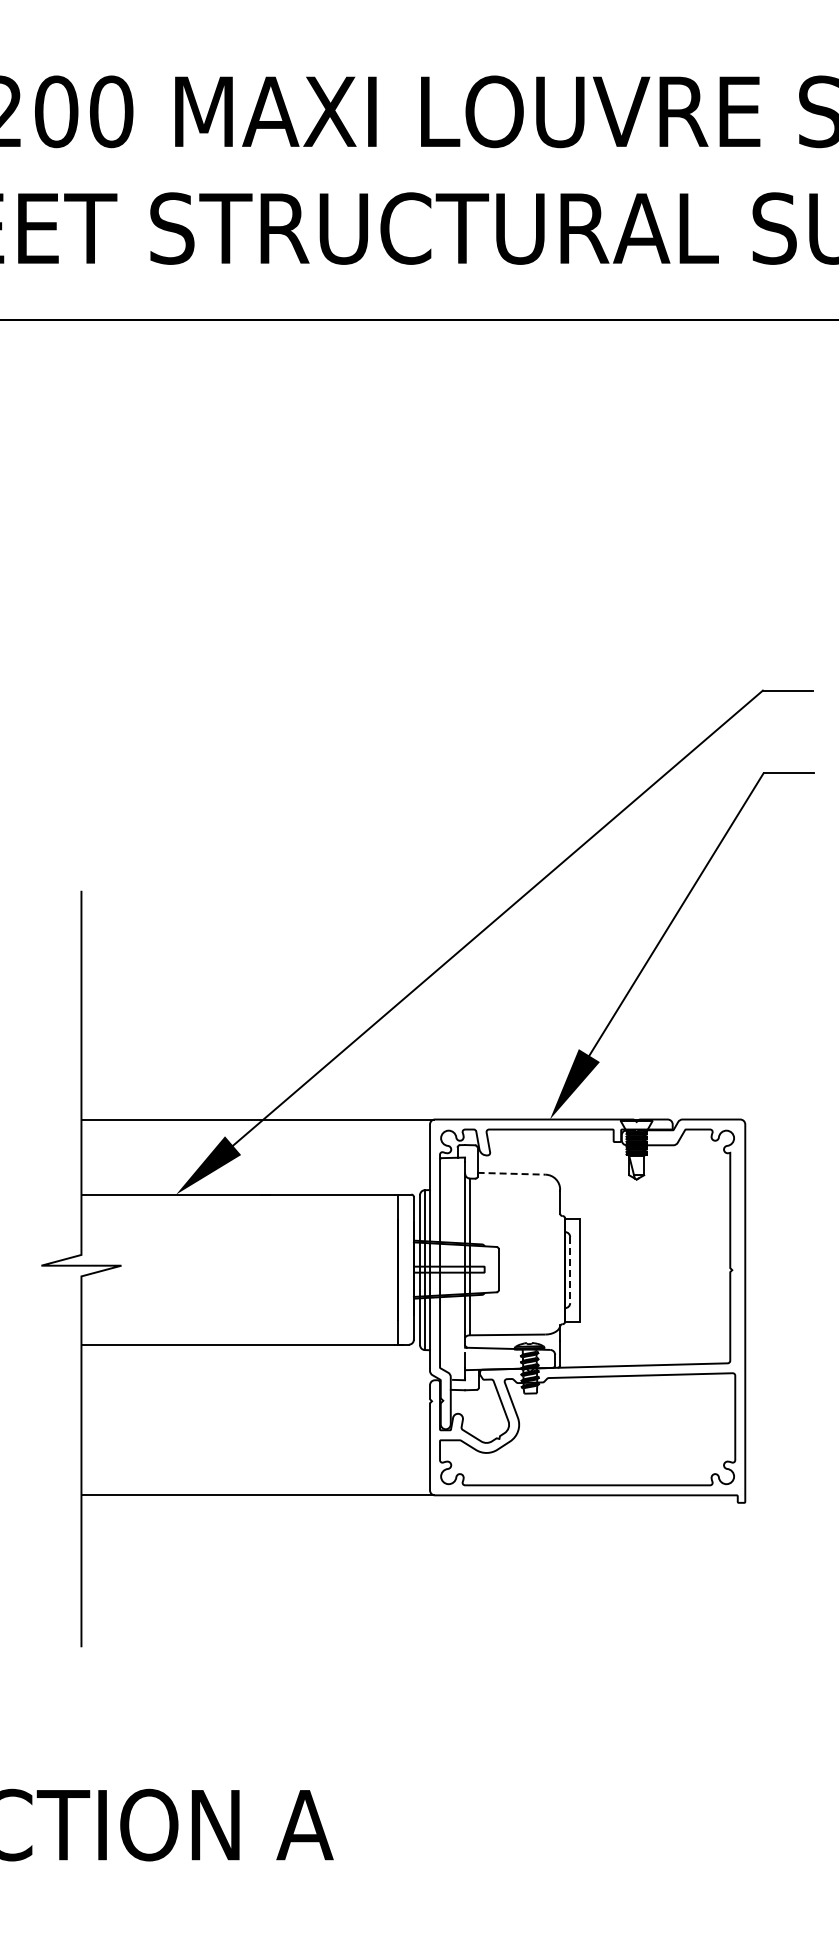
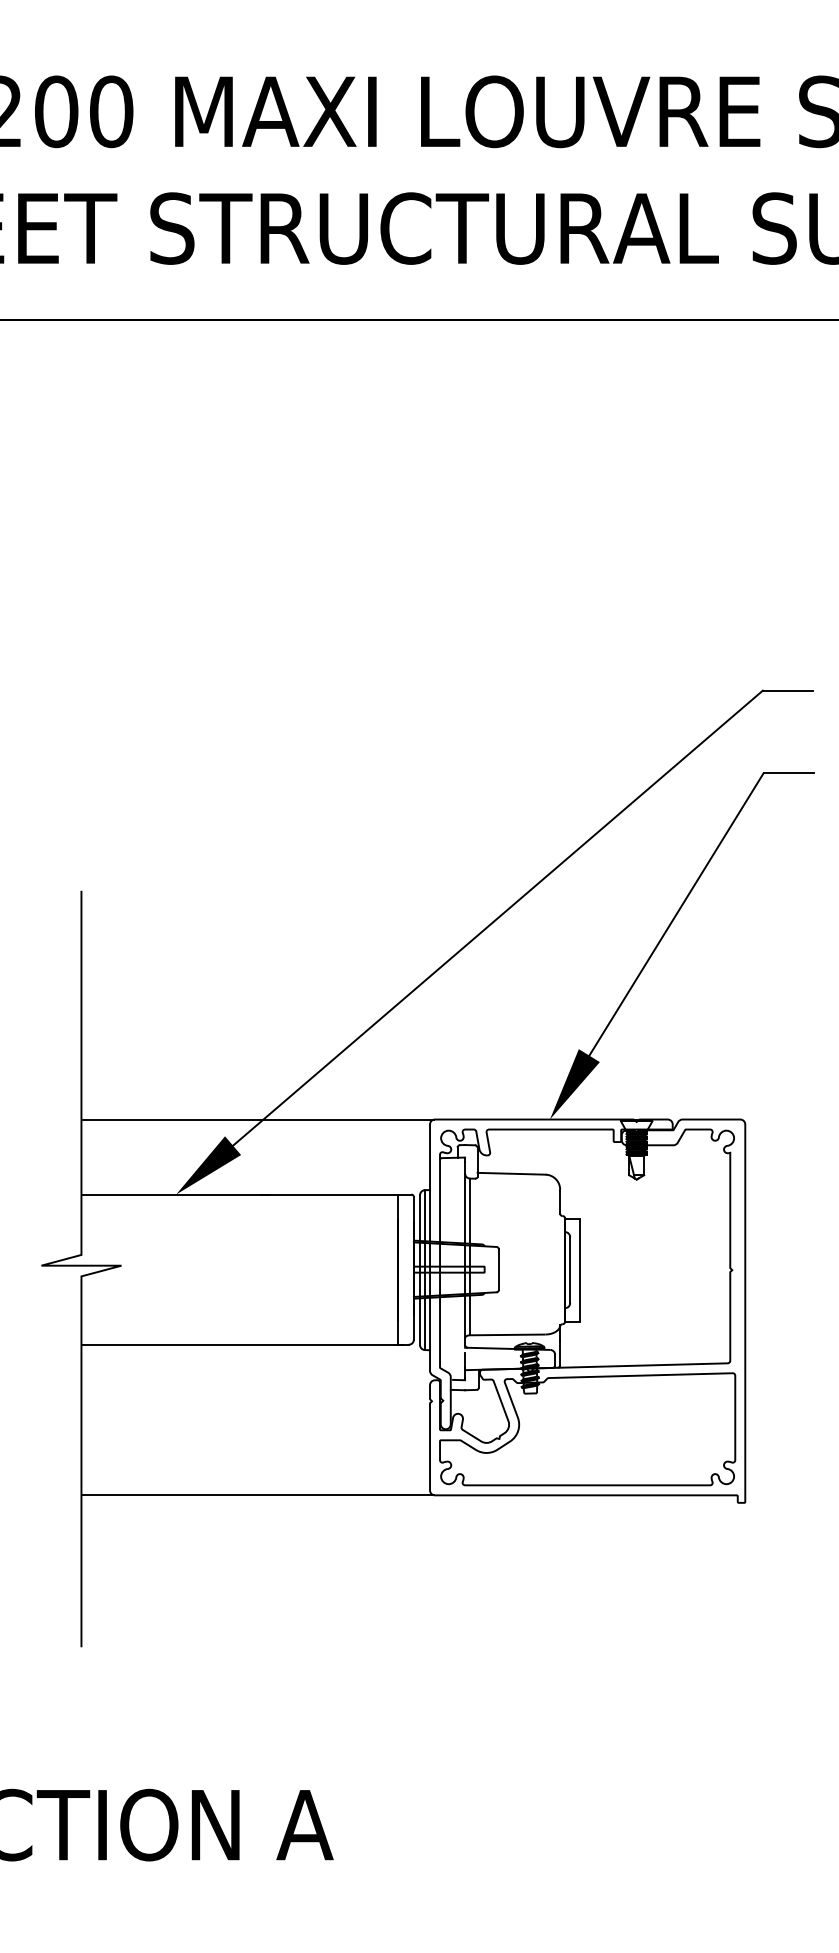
line at (511, 1173): dashed -> solid
line at (570, 1270): dashed -> solid
